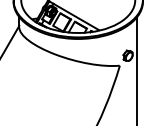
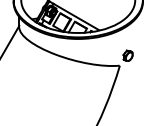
line at (137, 69): present -> none
